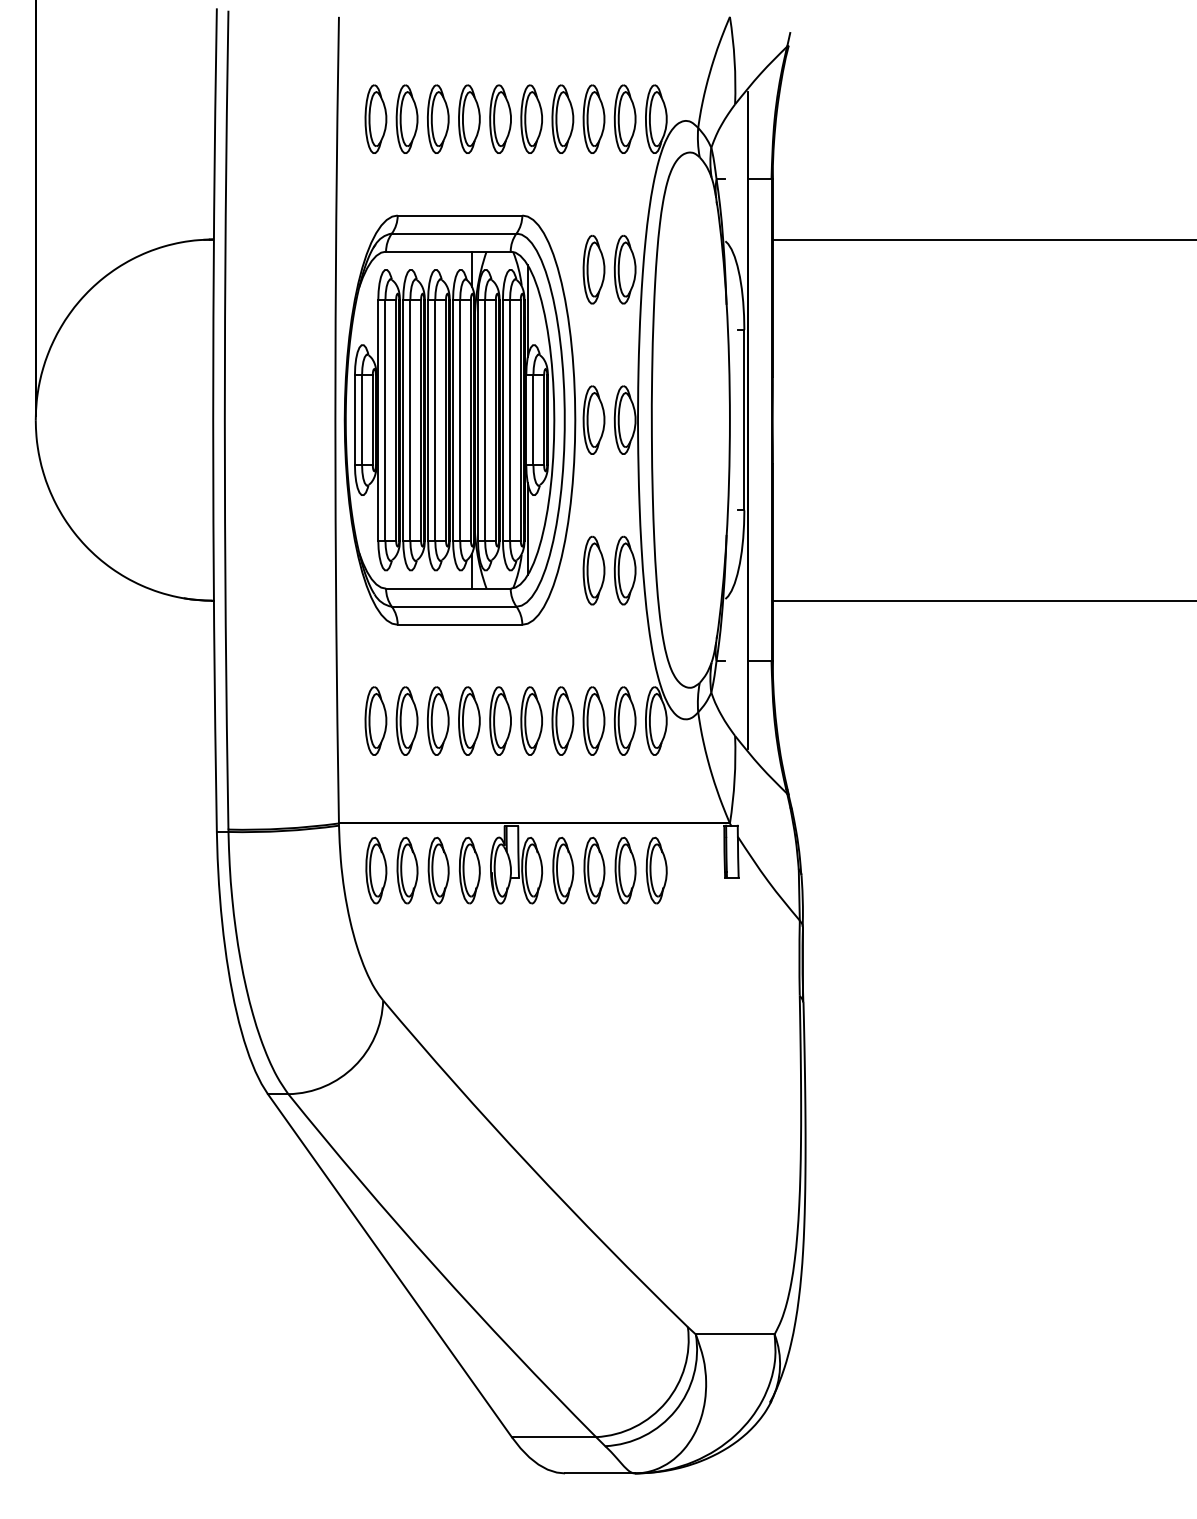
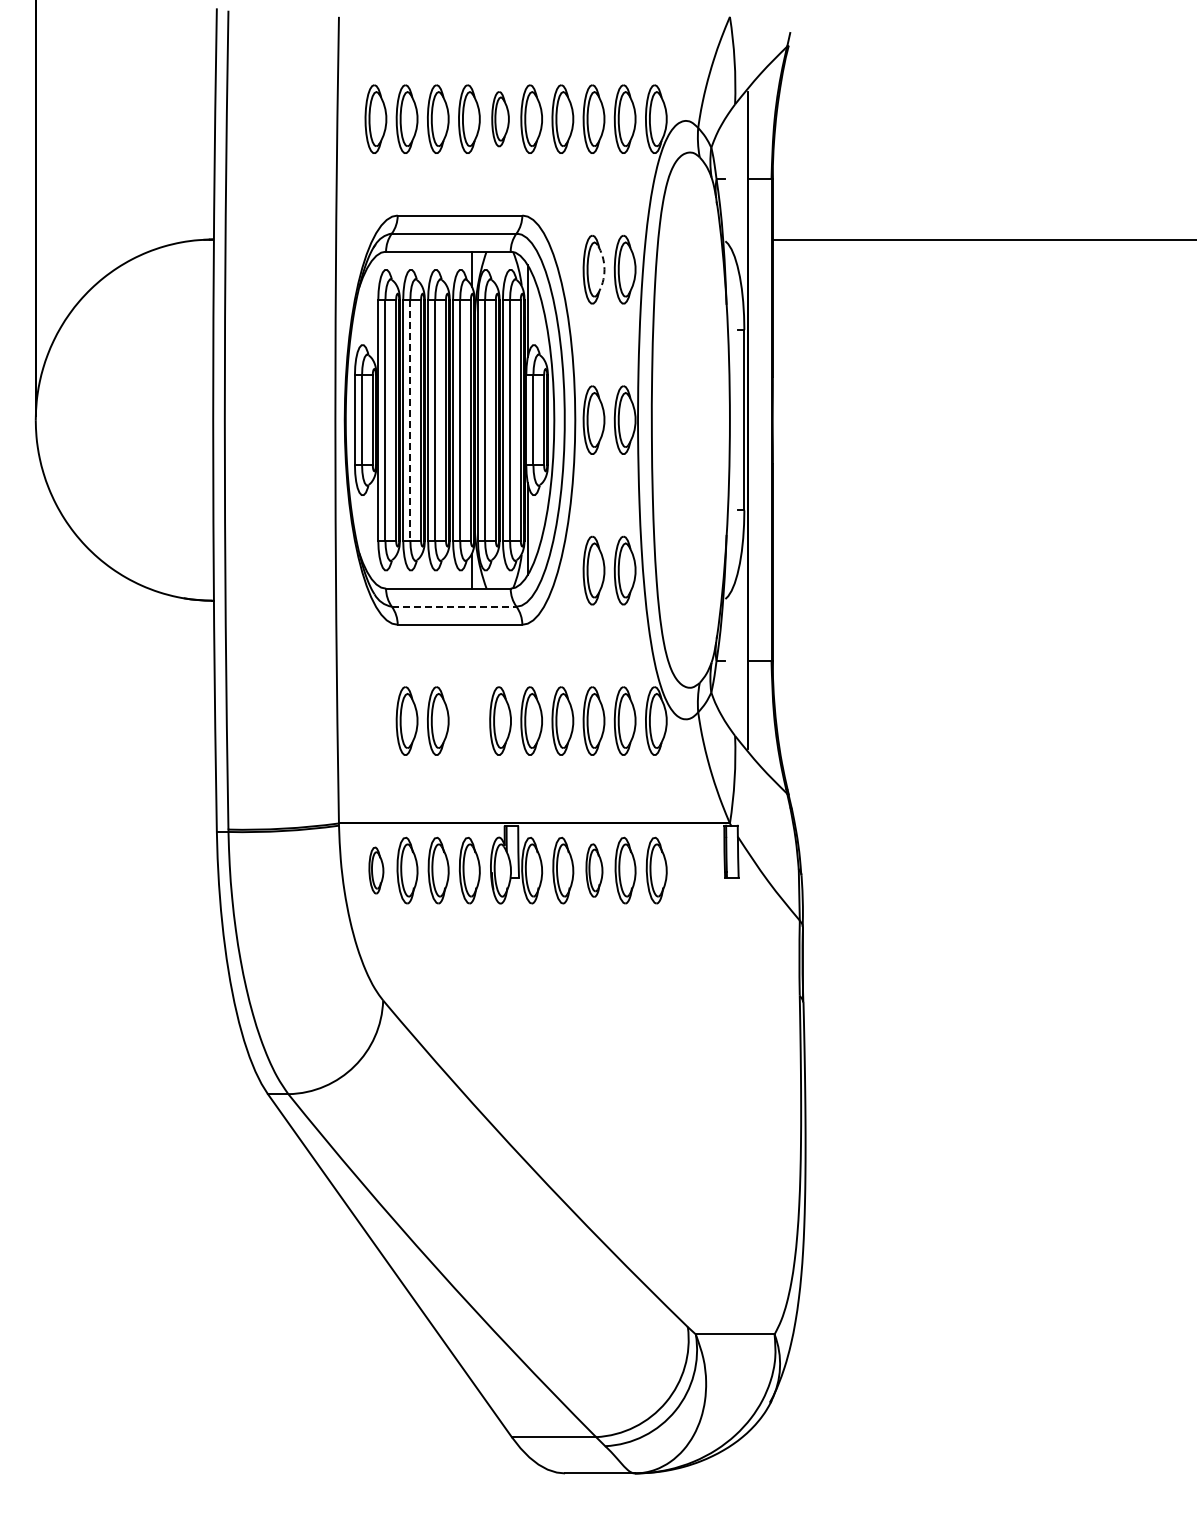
part at (500, 118) size: 23x70 px -> 19x57 px
arc at (604, 269): solid -> dashed
line at (410, 420): solid -> dashed
line at (982, 600): present -> none
line at (454, 606): solid -> dashed
part at (375, 720): present -> none
part at (469, 720): present -> none
part at (376, 870) size: 23x69 px -> 17x49 px
part at (594, 870) size: 23x69 px -> 19x55 px
